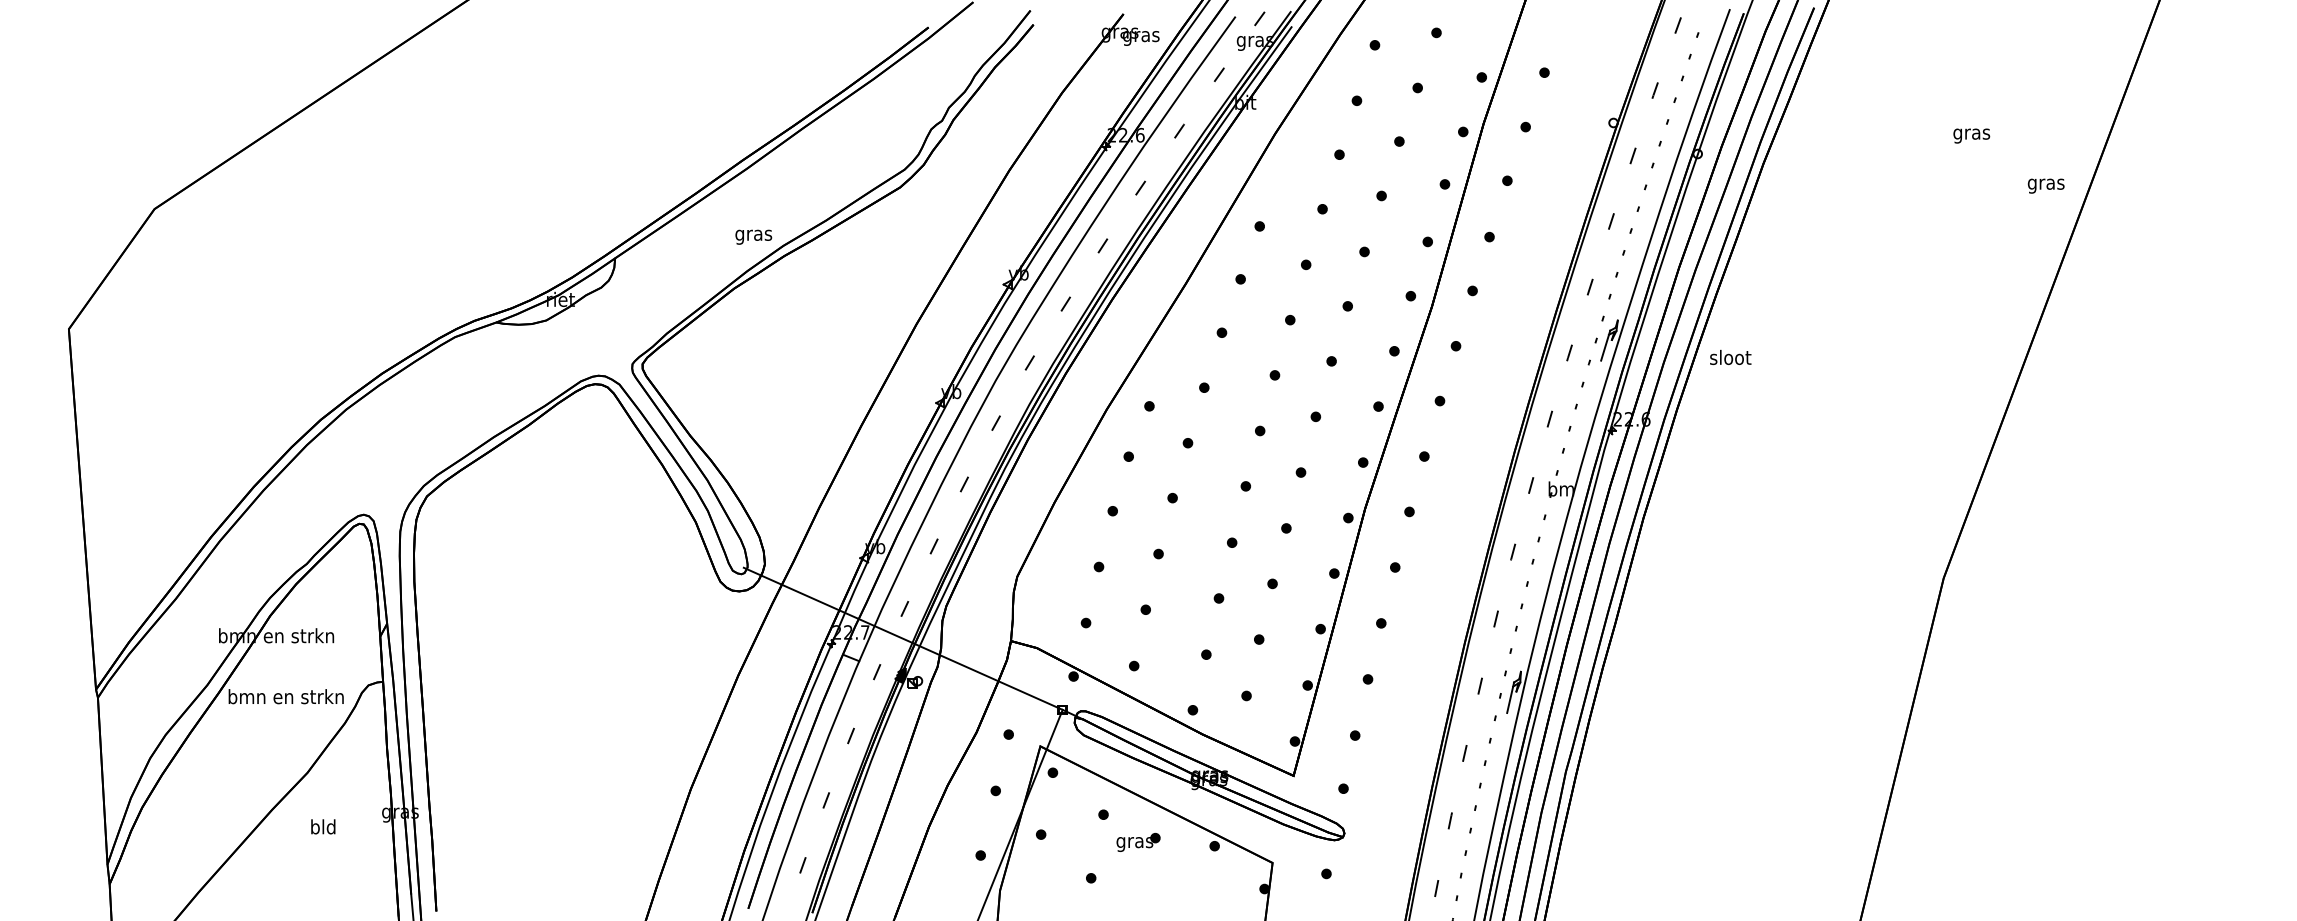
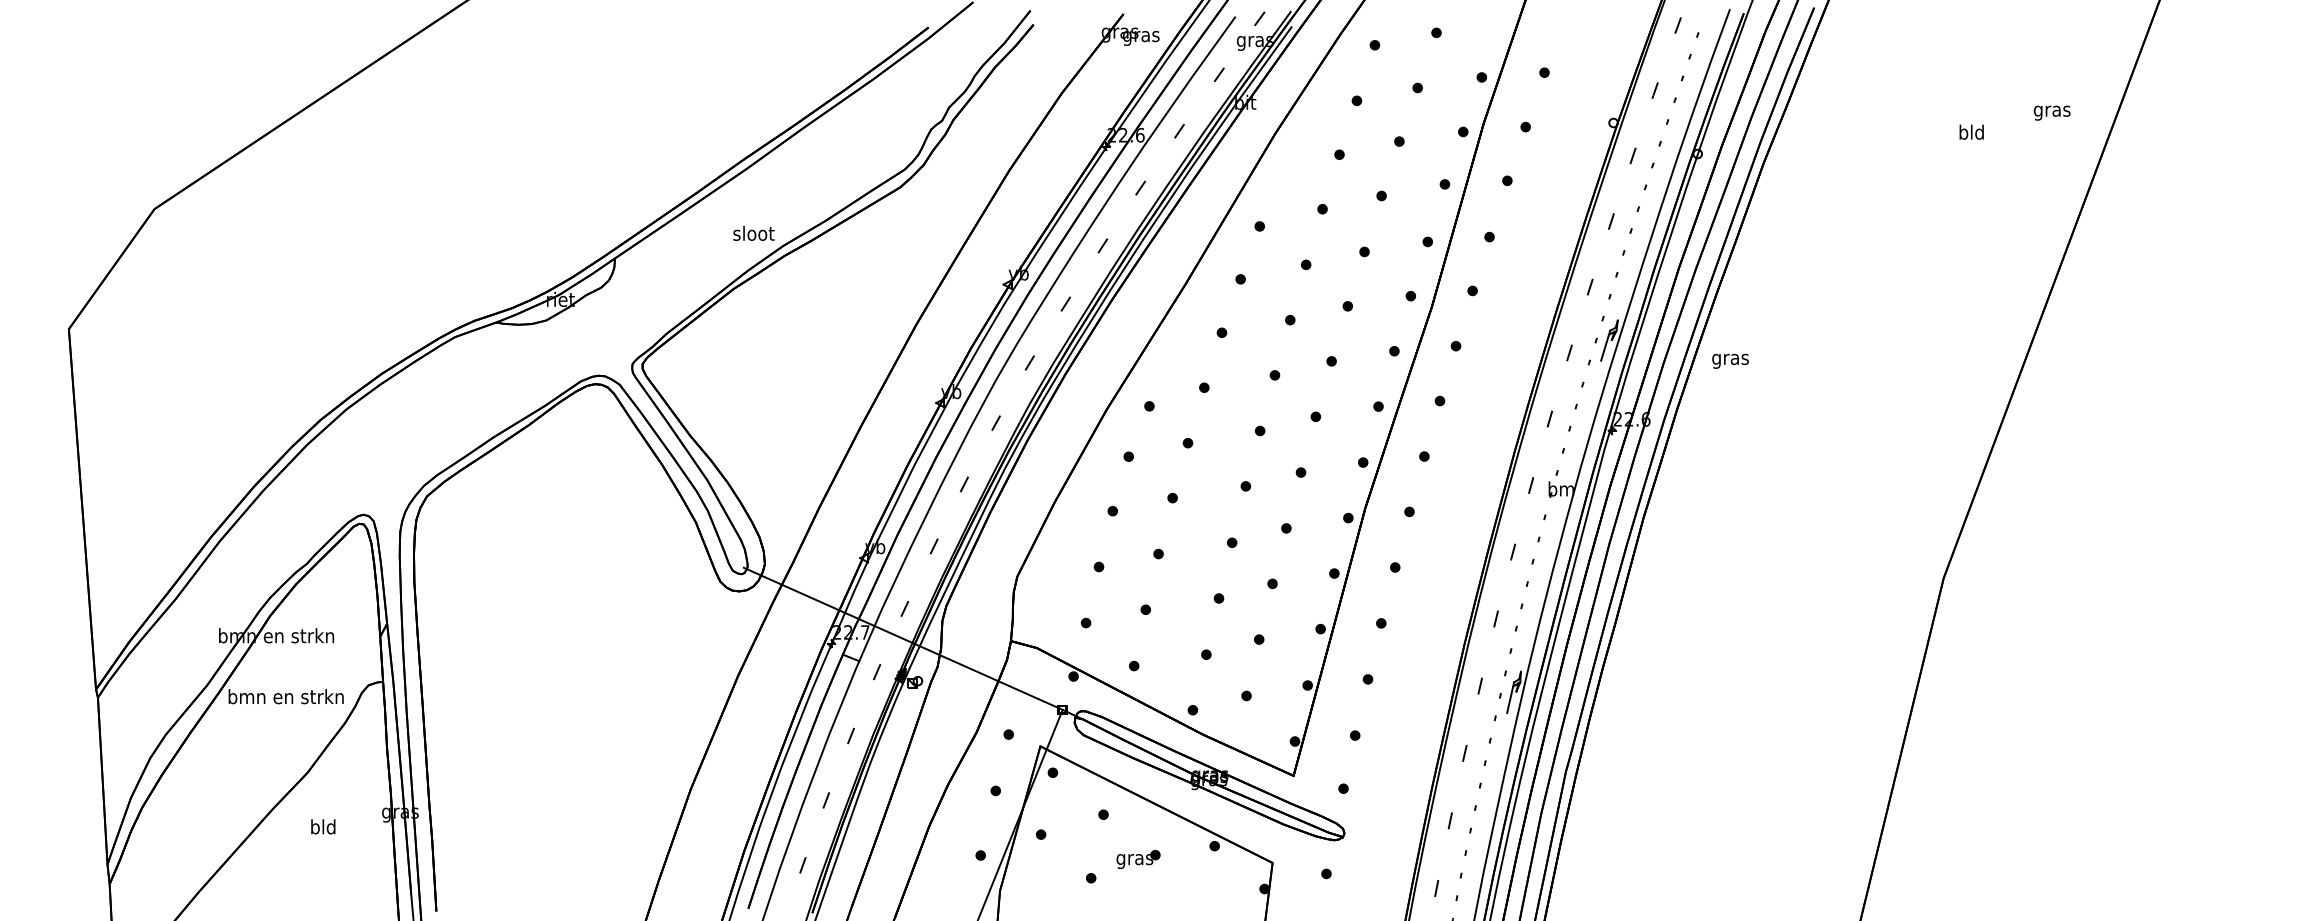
text at (1971, 133): gras -> bld
text at (2045, 185) position: (2045, 185) -> (2051, 112)
text at (753, 234): gras -> sloot
text at (1730, 358): sloot -> gras
part at (1138, 841) position: (1138, 841) -> (1138, 858)
